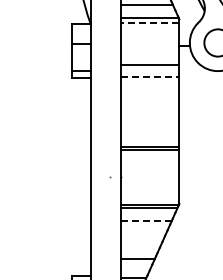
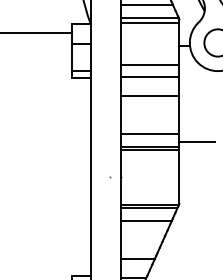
line at (149, 23): dashed -> solid
line at (37, 32): none -> present
line at (150, 77): dashed -> solid
line at (150, 95): none -> present
line at (150, 133): none -> present
line at (197, 141): none -> present
line at (146, 221): dashed -> solid
